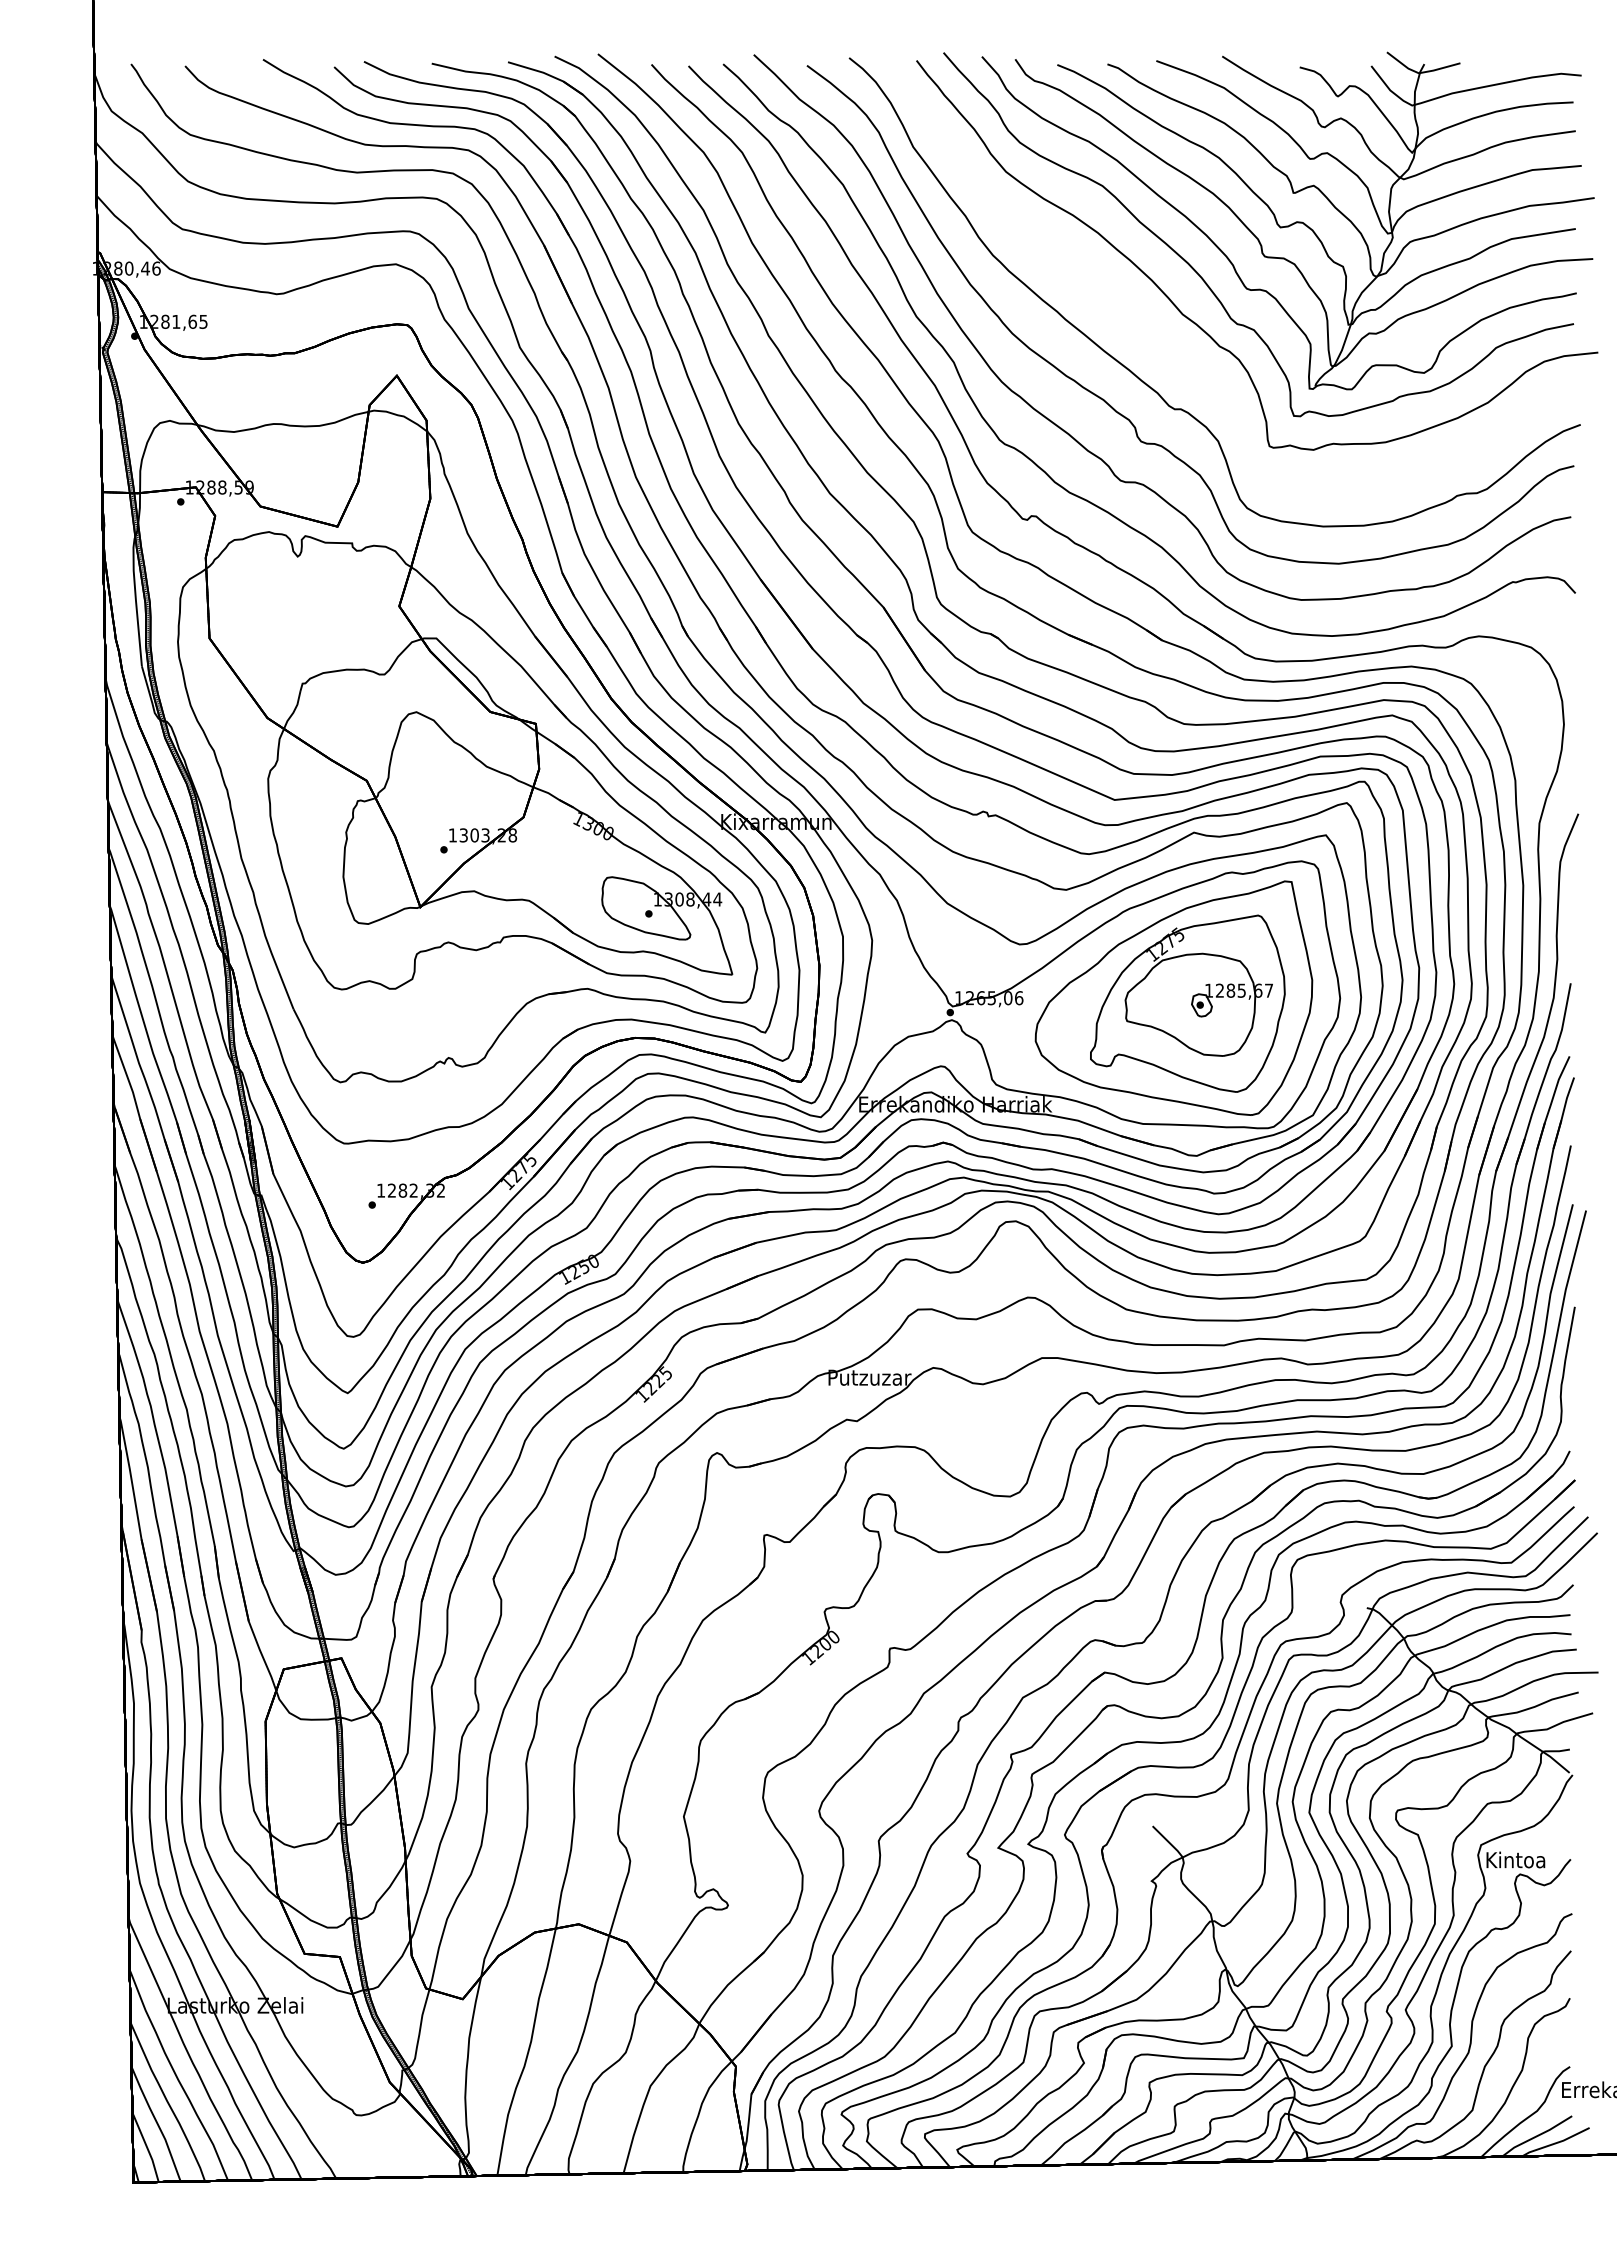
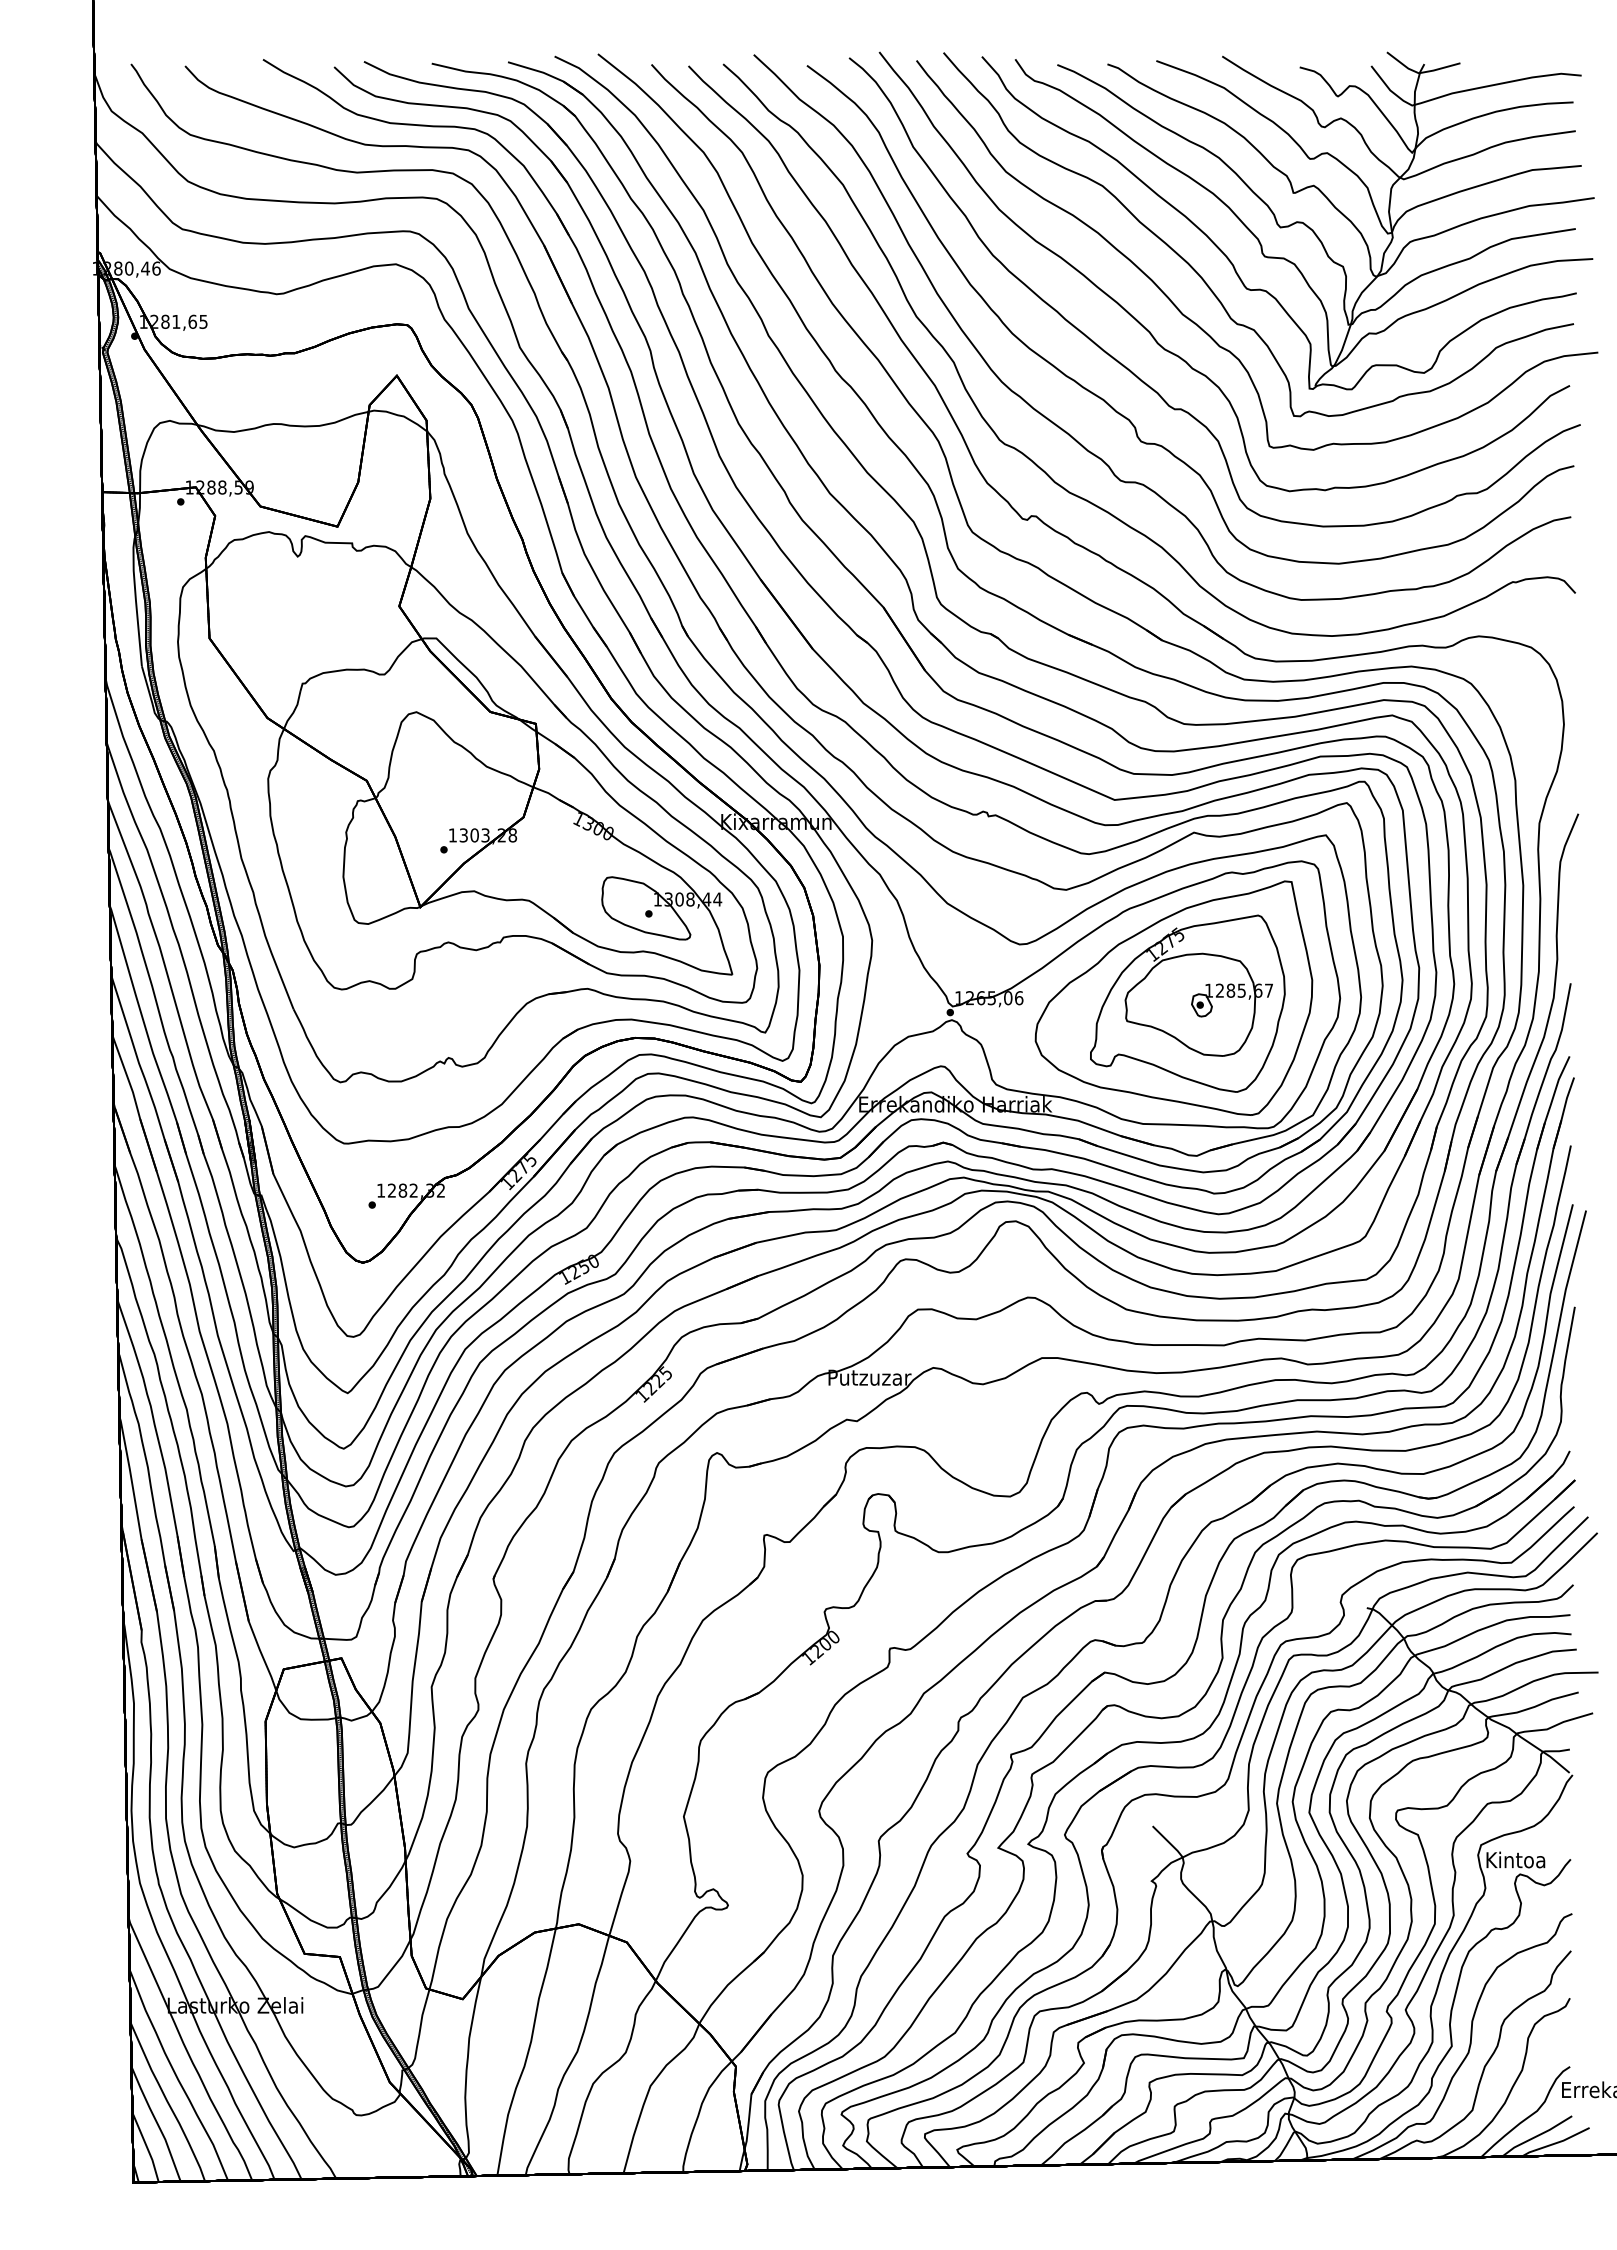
part at (1150, 331): none -> present
